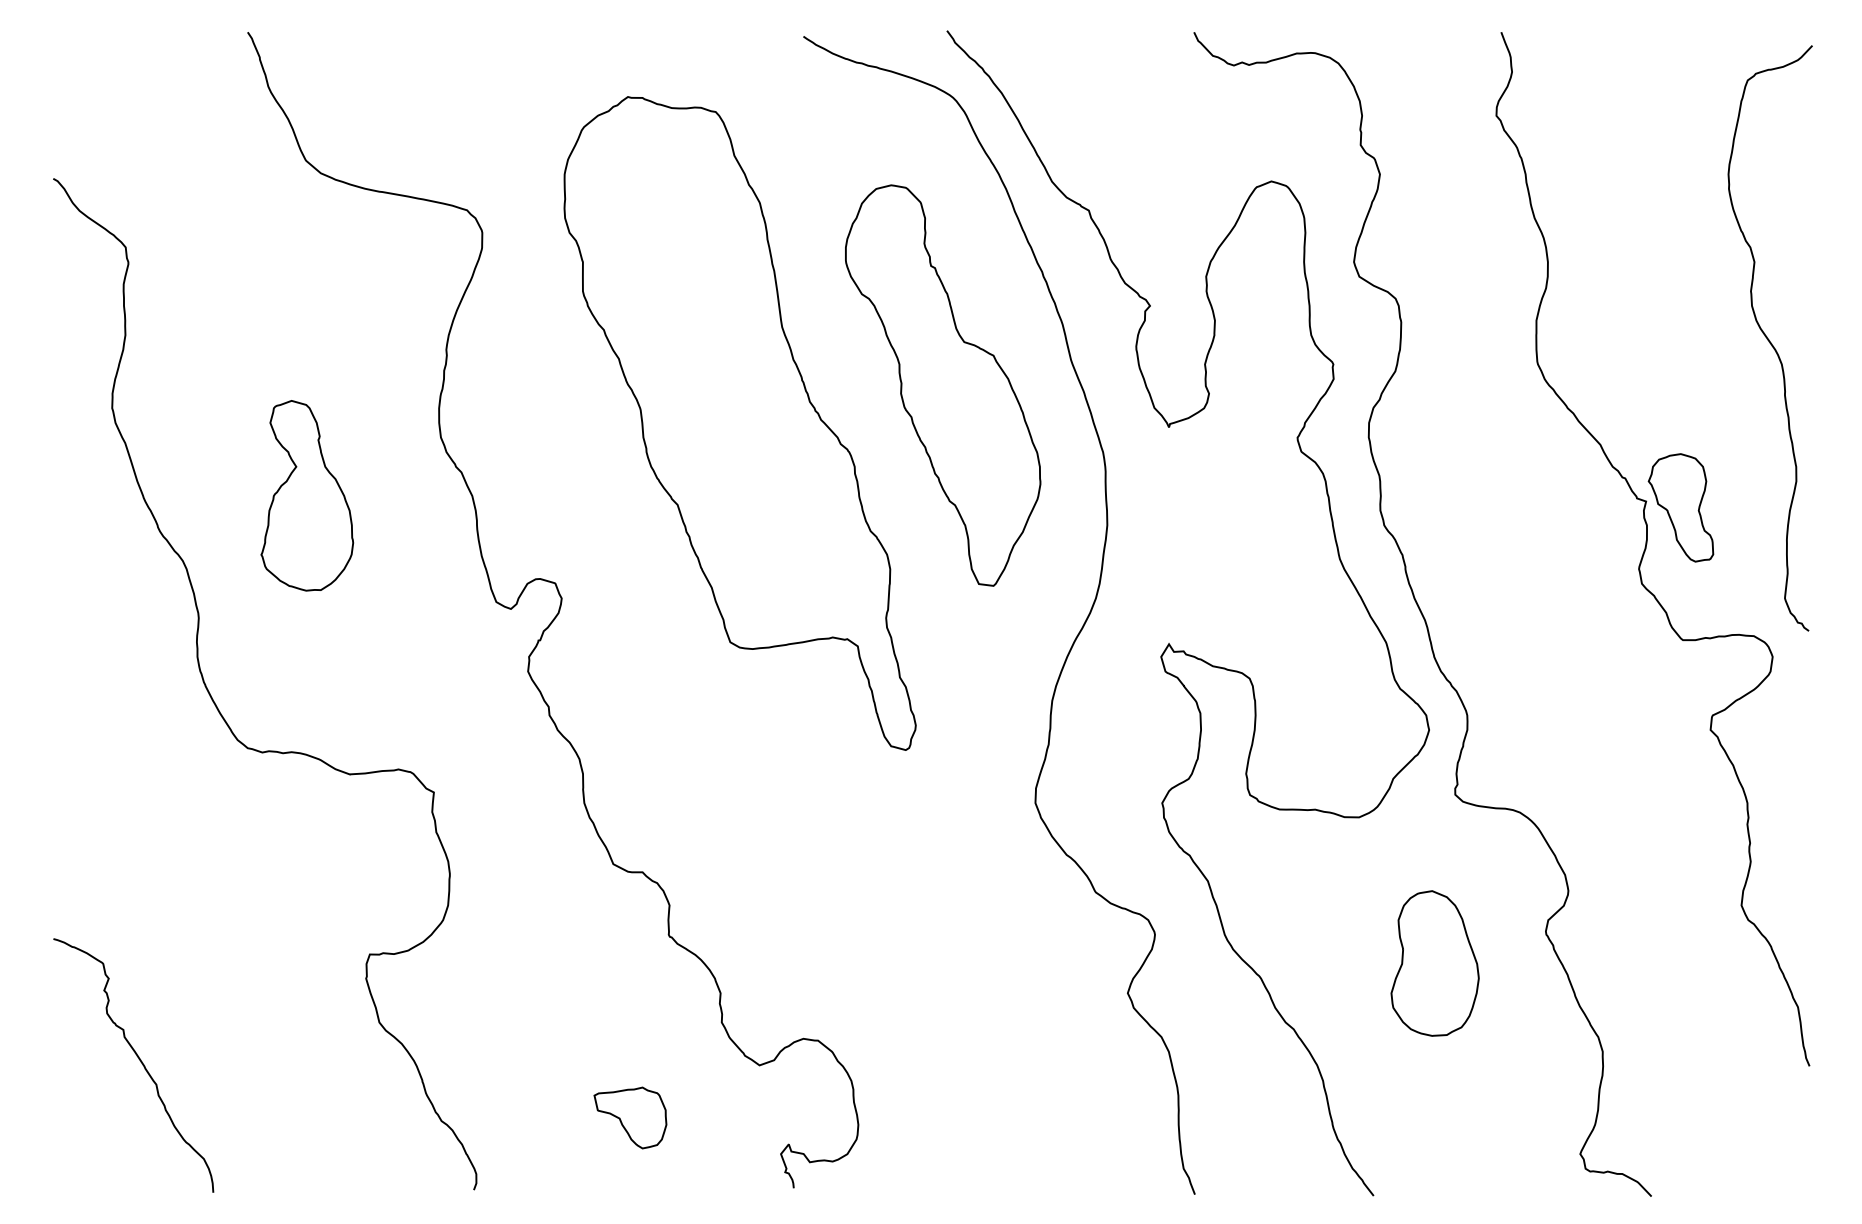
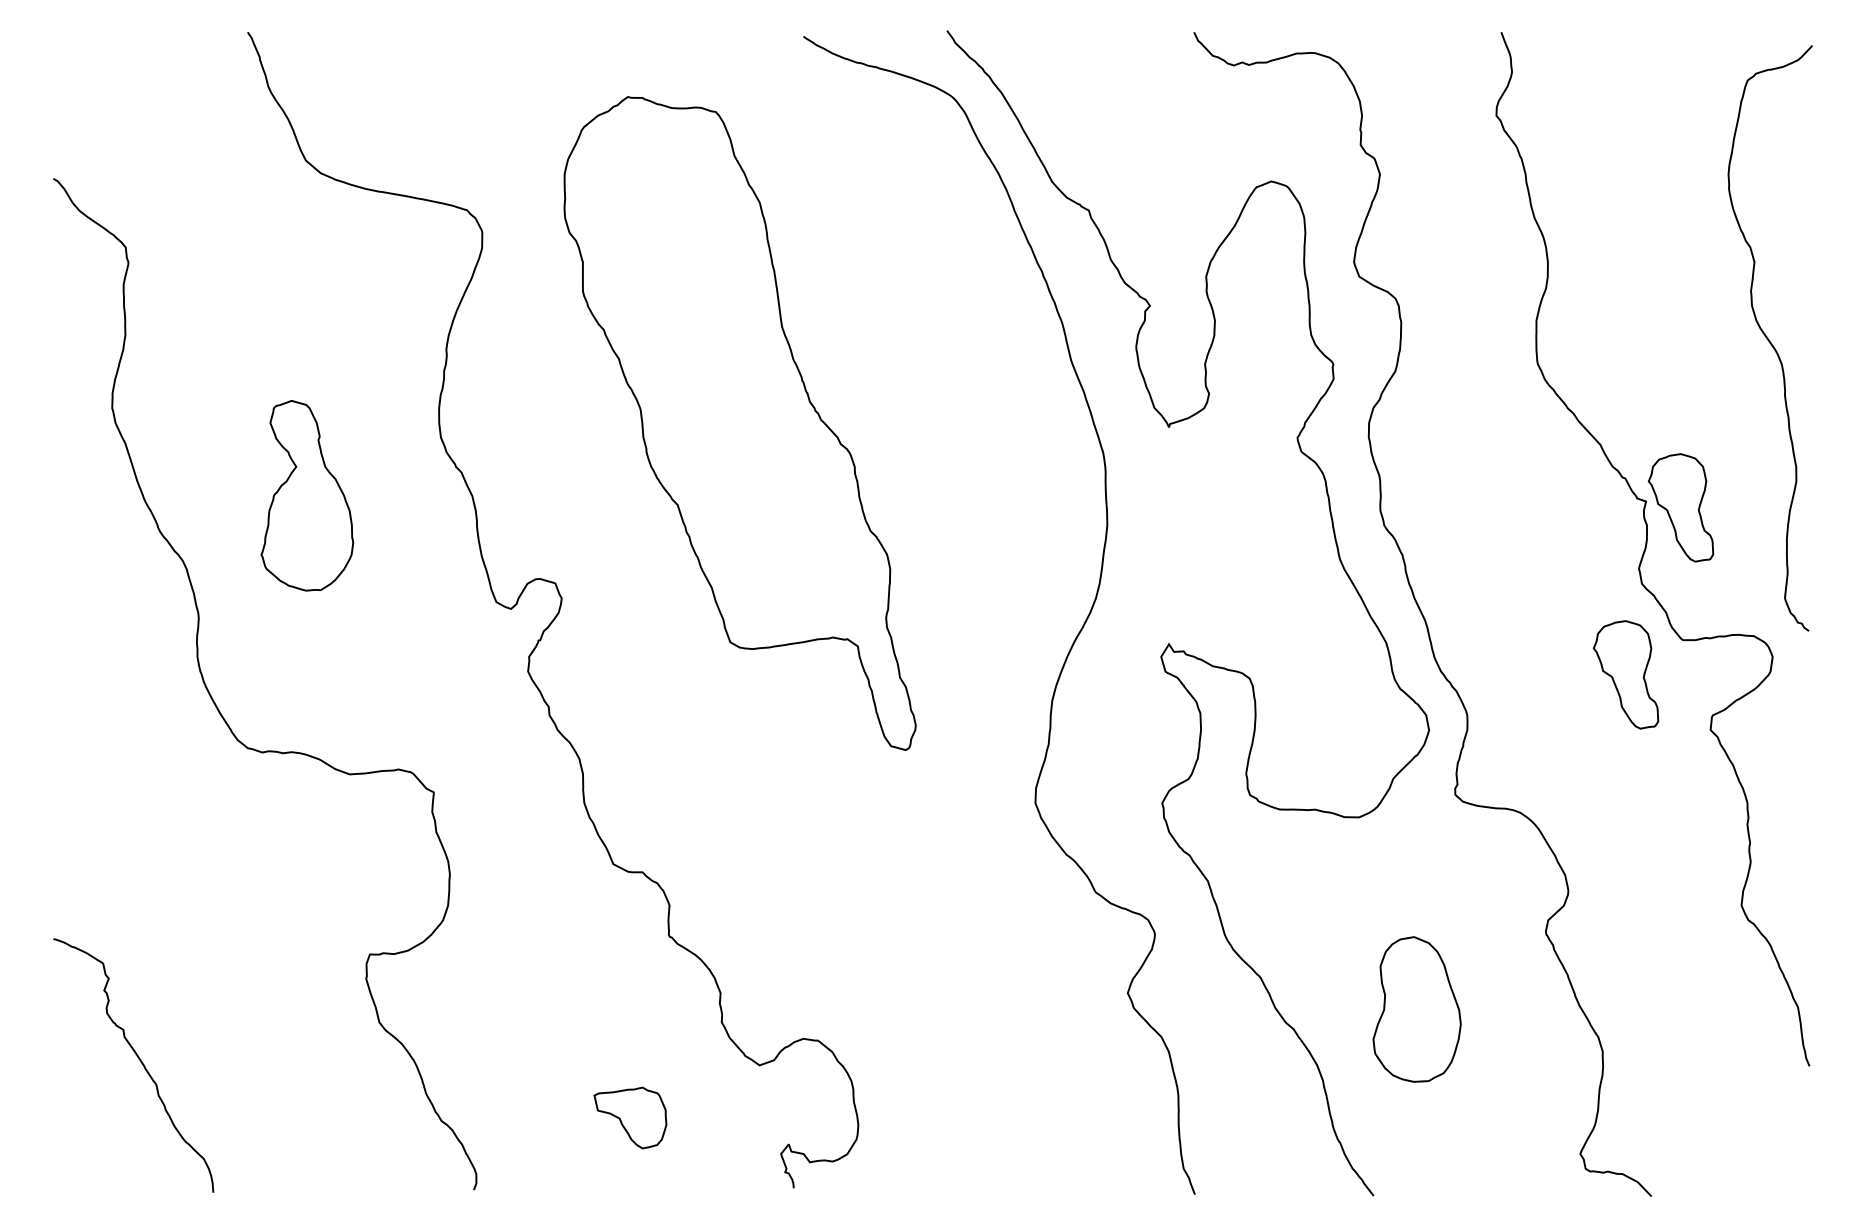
part at (943, 385): present -> none
part at (1625, 674): none -> present
part at (1434, 963) position: (1434, 963) -> (1416, 1009)
